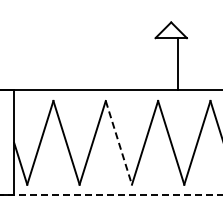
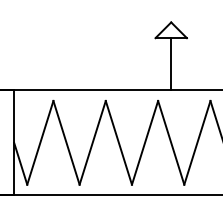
line at (178, 64) position: (178, 64) -> (171, 64)
line at (118, 142): dashed -> solid
line at (110, 195): dashed -> solid
